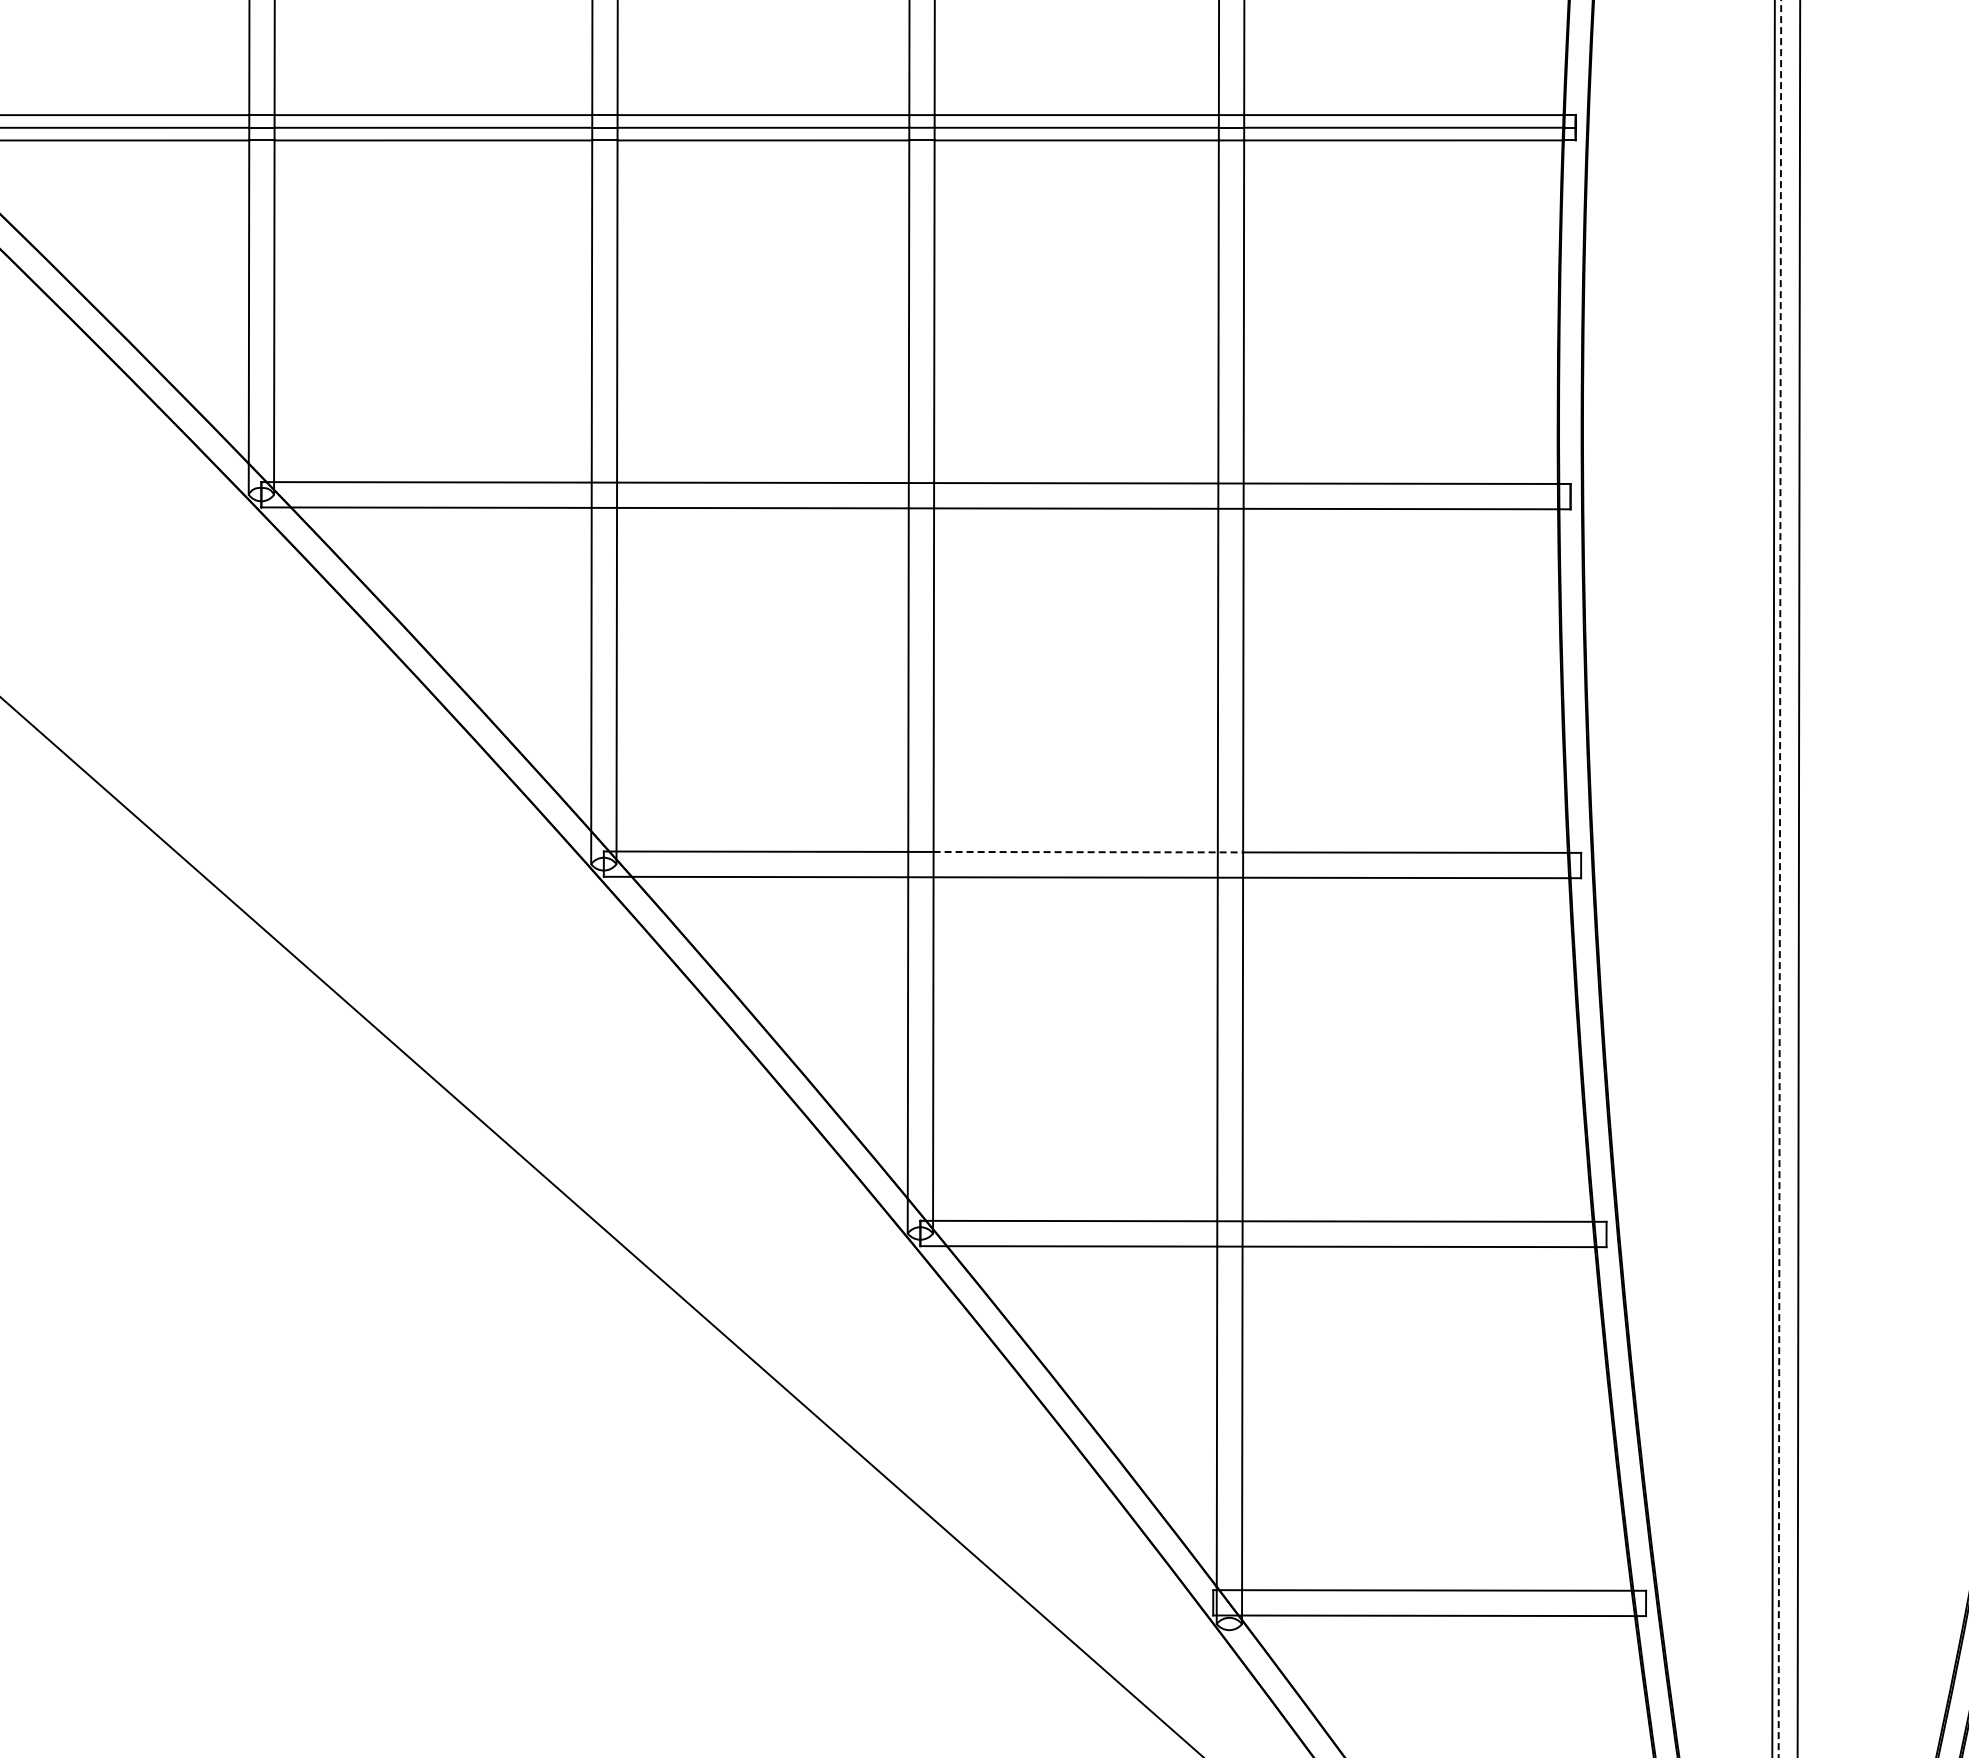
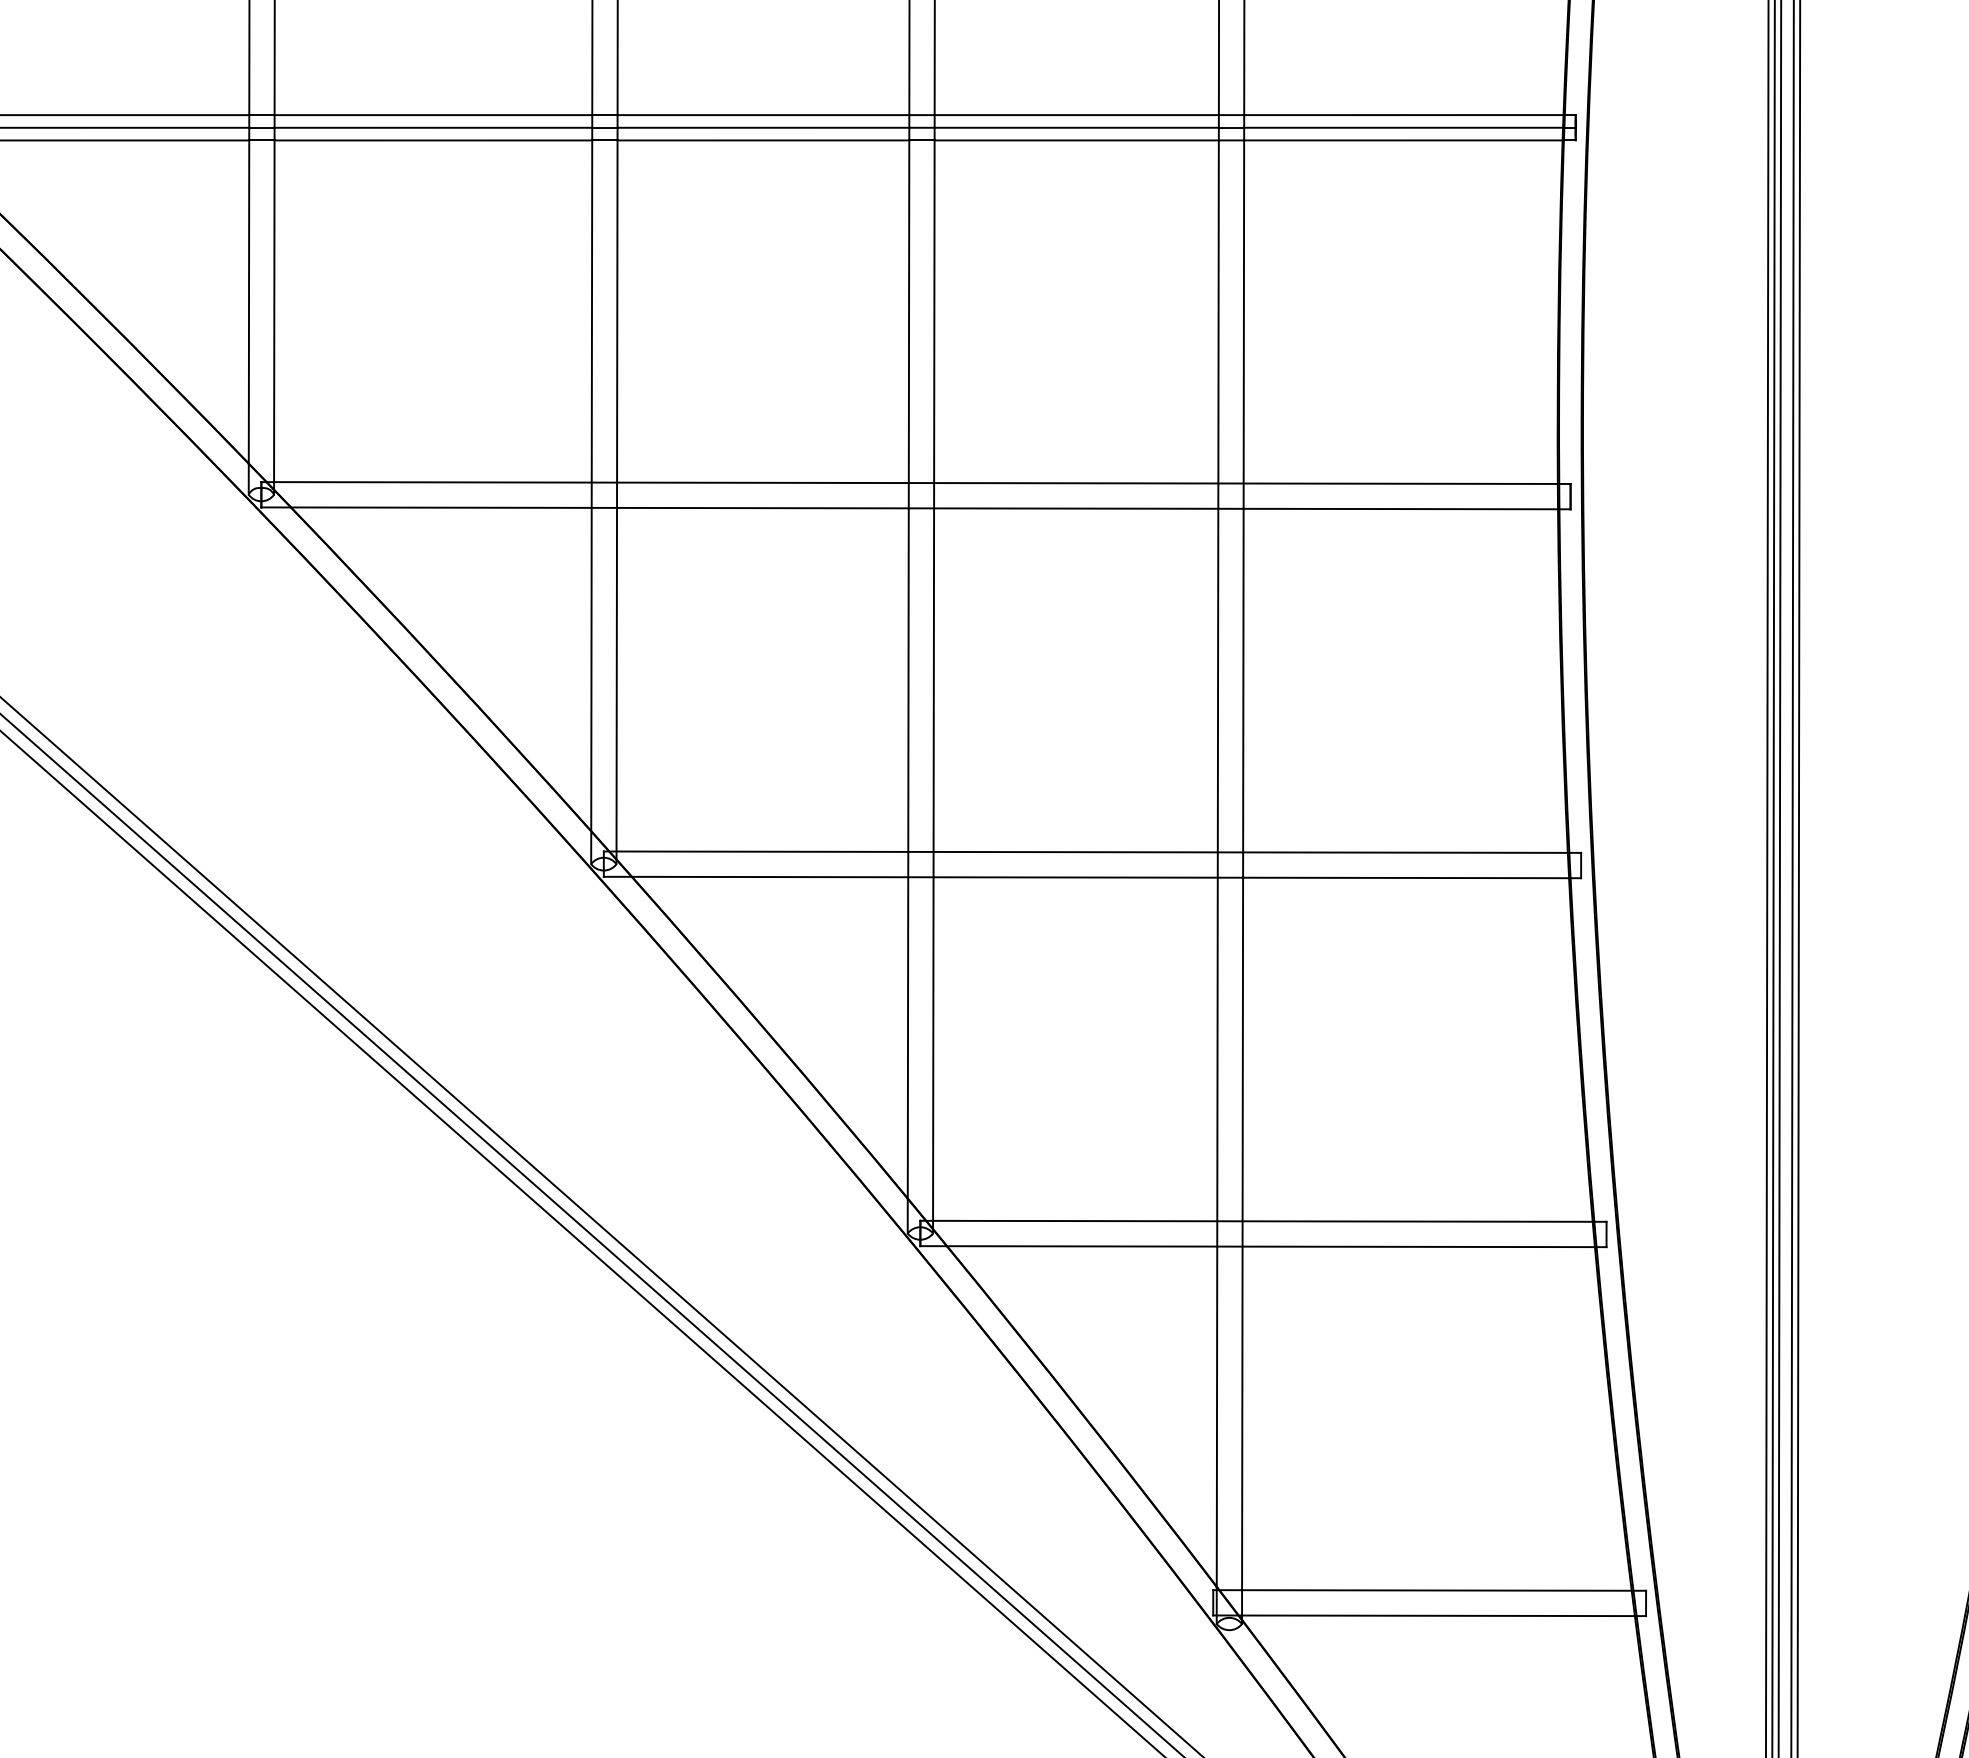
line at (1088, 852): dashed -> solid
line at (1766, 878): none -> present
line at (1792, 878): none -> present
line at (1779, 879): dashed -> solid
line at (591, 1234): none -> present
line at (582, 1243): none -> present
